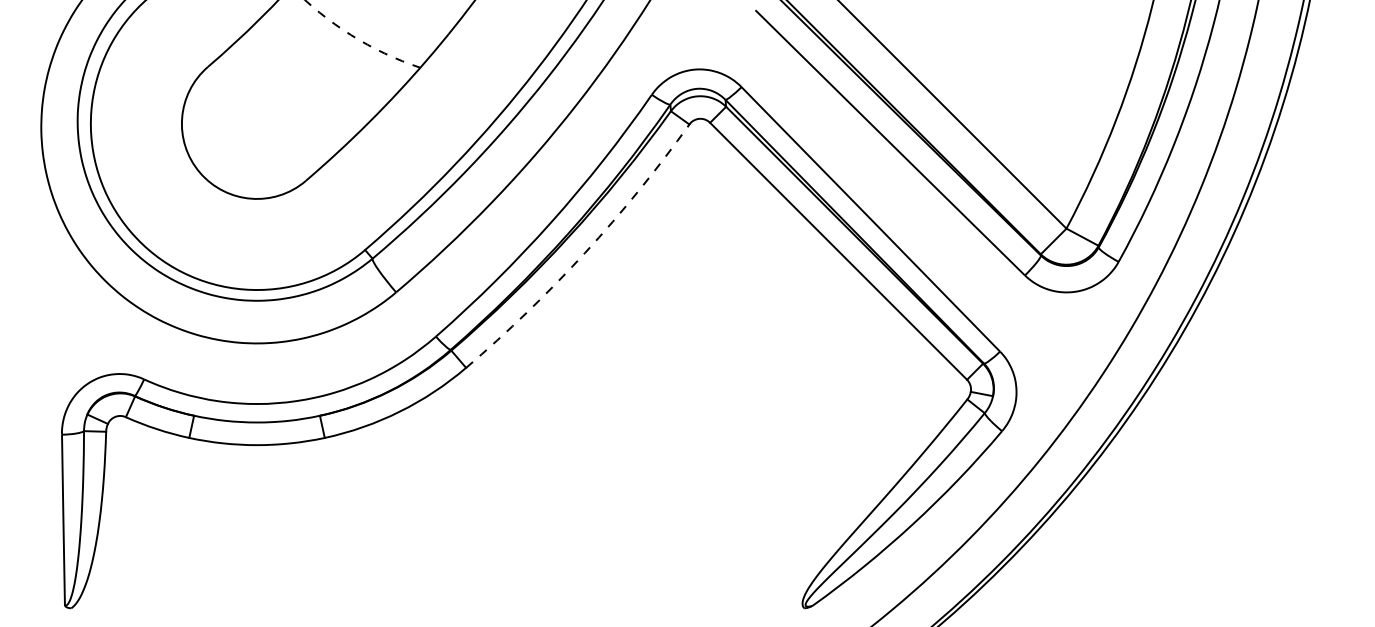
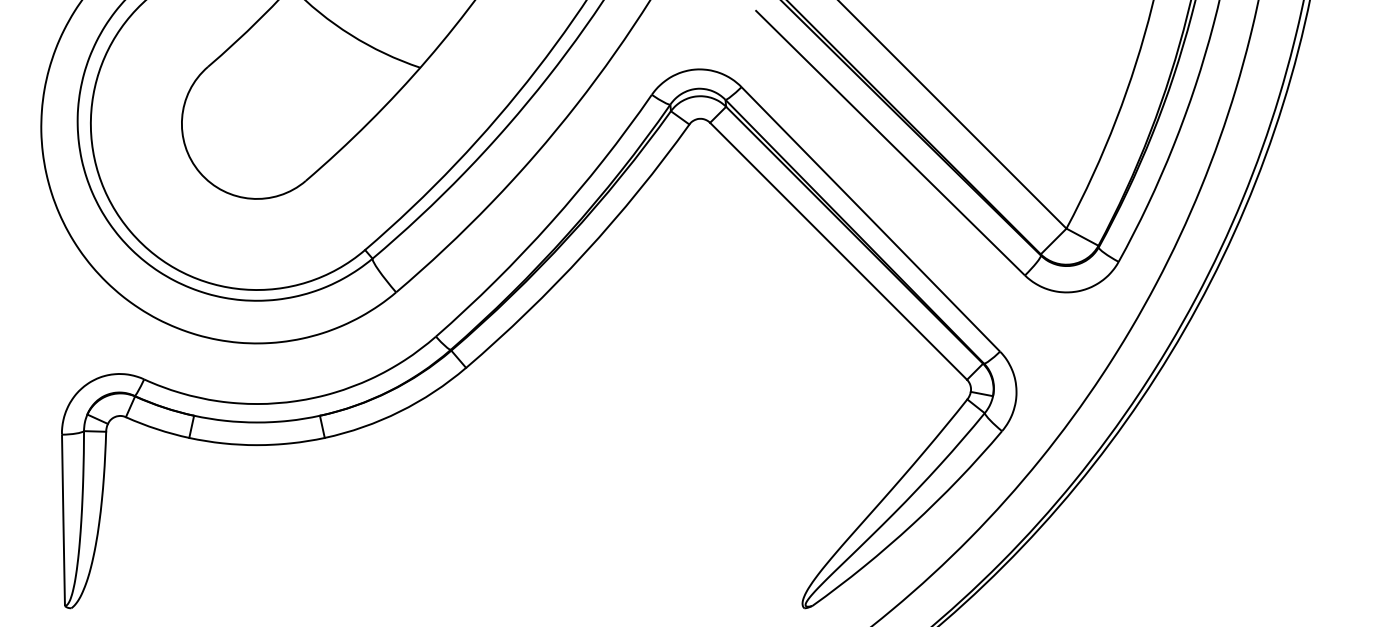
arc at (359, 40): dashed -> solid
arc at (585, 252): dashed -> solid
